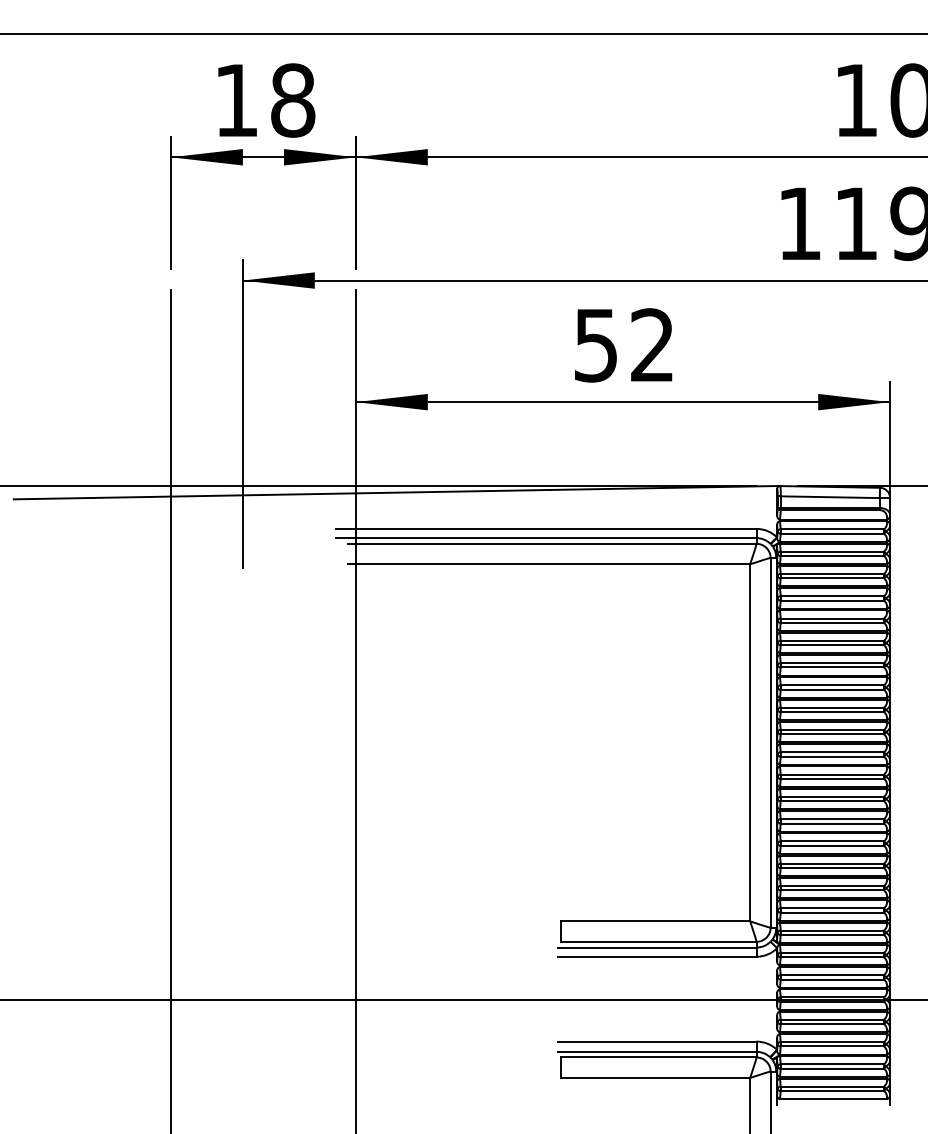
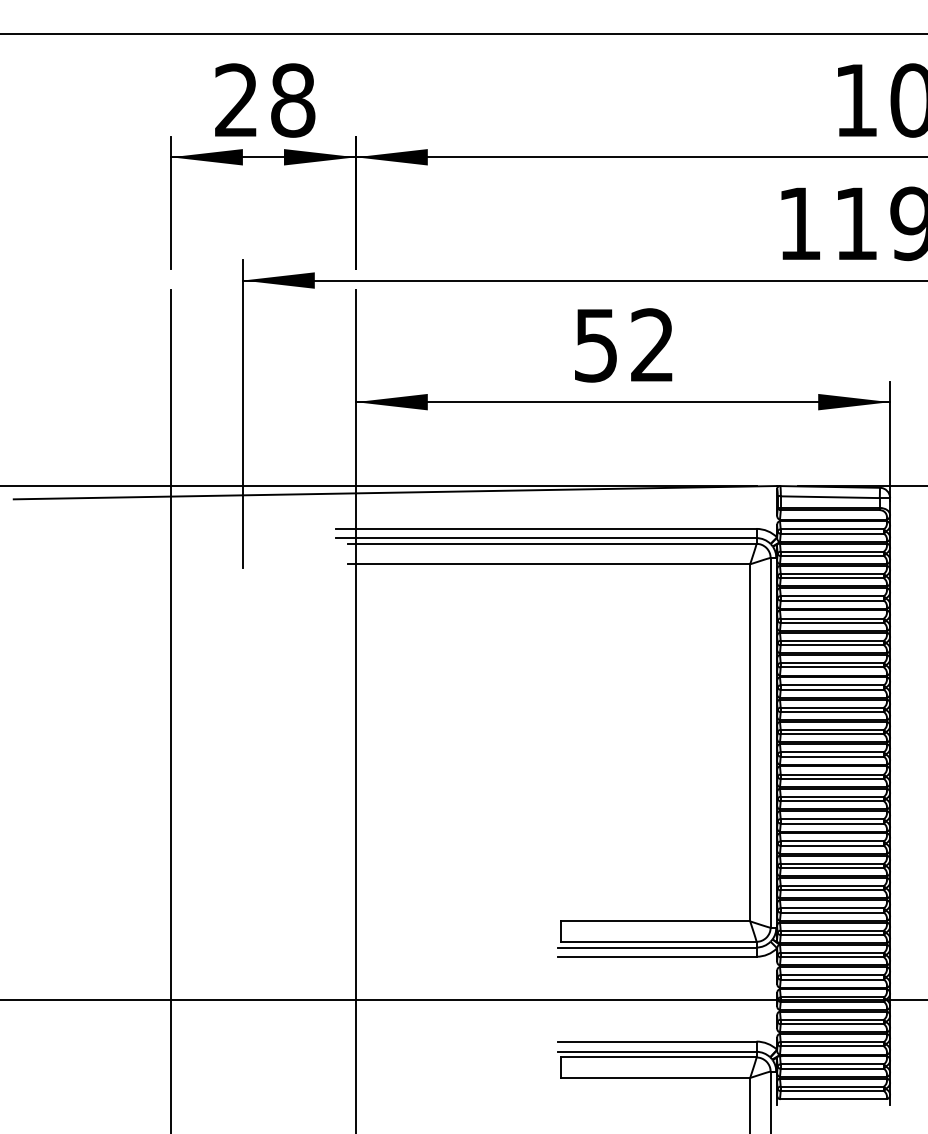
text at (235, 99): 18 -> 28
